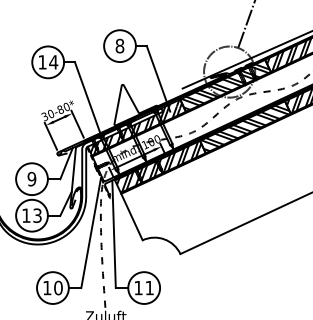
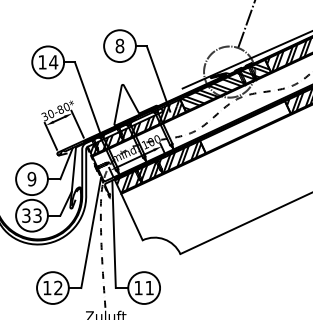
hatch at (245, 126): present -> none
text at (26, 215): 13 -> 33
text at (58, 287): 10 -> 12
